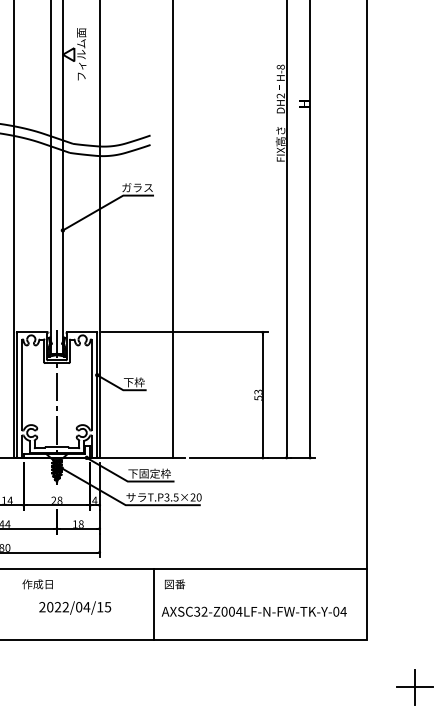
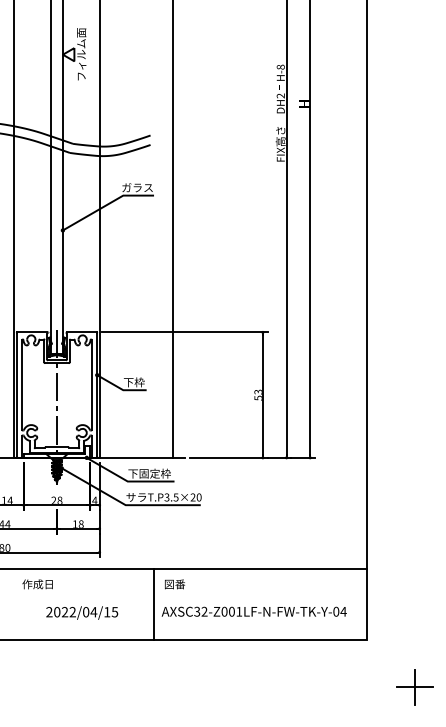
text at (75, 607) position: (75, 607) -> (82, 612)
text at (239, 611): AXSC32-Z004LF-N-FW-TK-Y-04 -> AXSC32-Z001LF-N-FW-TK-Y-04
